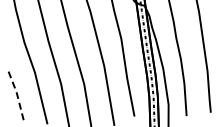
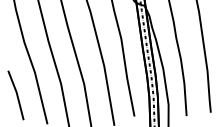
line at (17, 94): dashed -> solid
